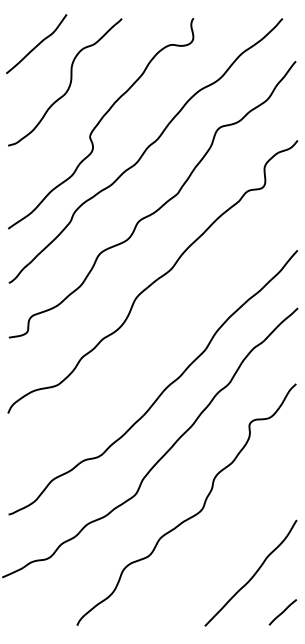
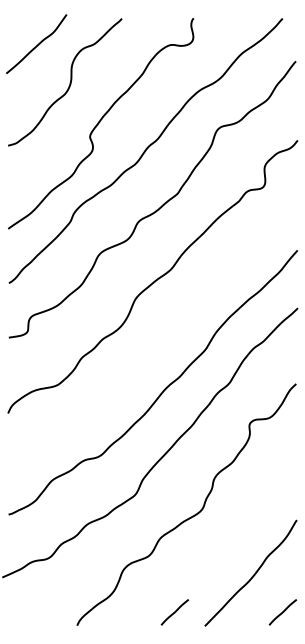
line at (174, 612): none -> present
